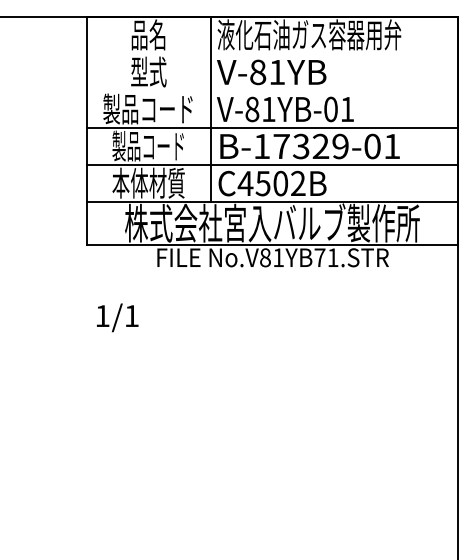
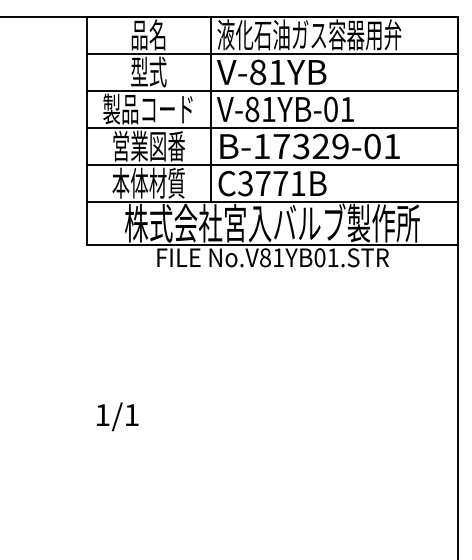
line at (272, 53): none -> present
line at (272, 90): none -> present
text at (148, 145): 製品コード -> 営業図番
text at (271, 183): C4502B -> C3771B
text at (319, 257): No.V81YB71.STR -> No.V81YB01.STR
text at (117, 317) position: (117, 317) -> (117, 416)
